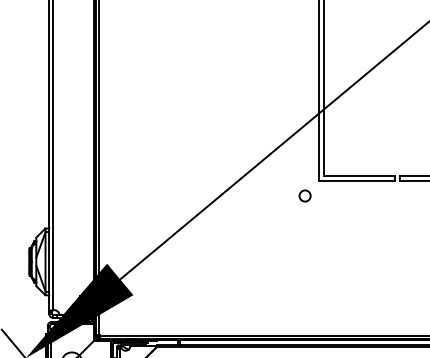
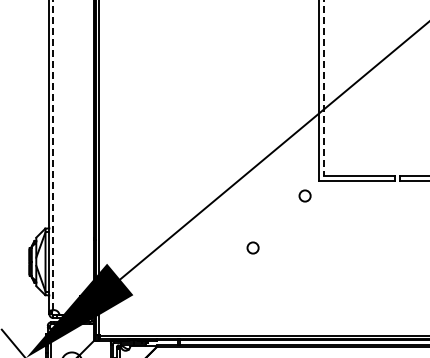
line at (323, 88): solid -> dashed
line at (53, 155): solid -> dashed
circle at (252, 247): none -> present
